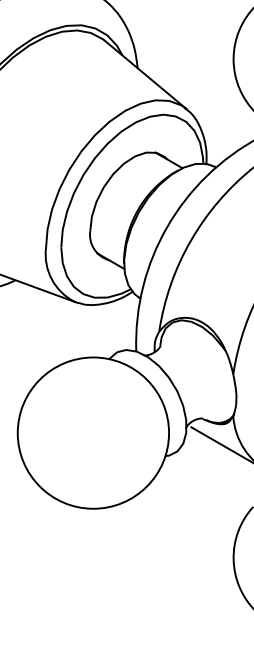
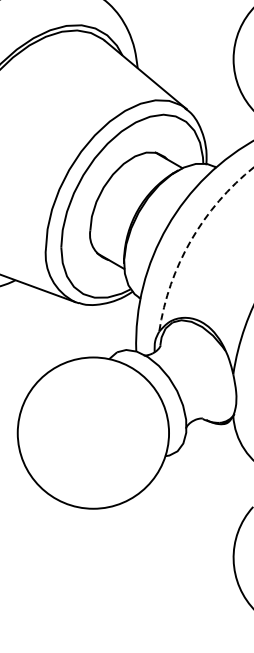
arc at (191, 240): solid -> dashed
line at (220, 444): present -> none
